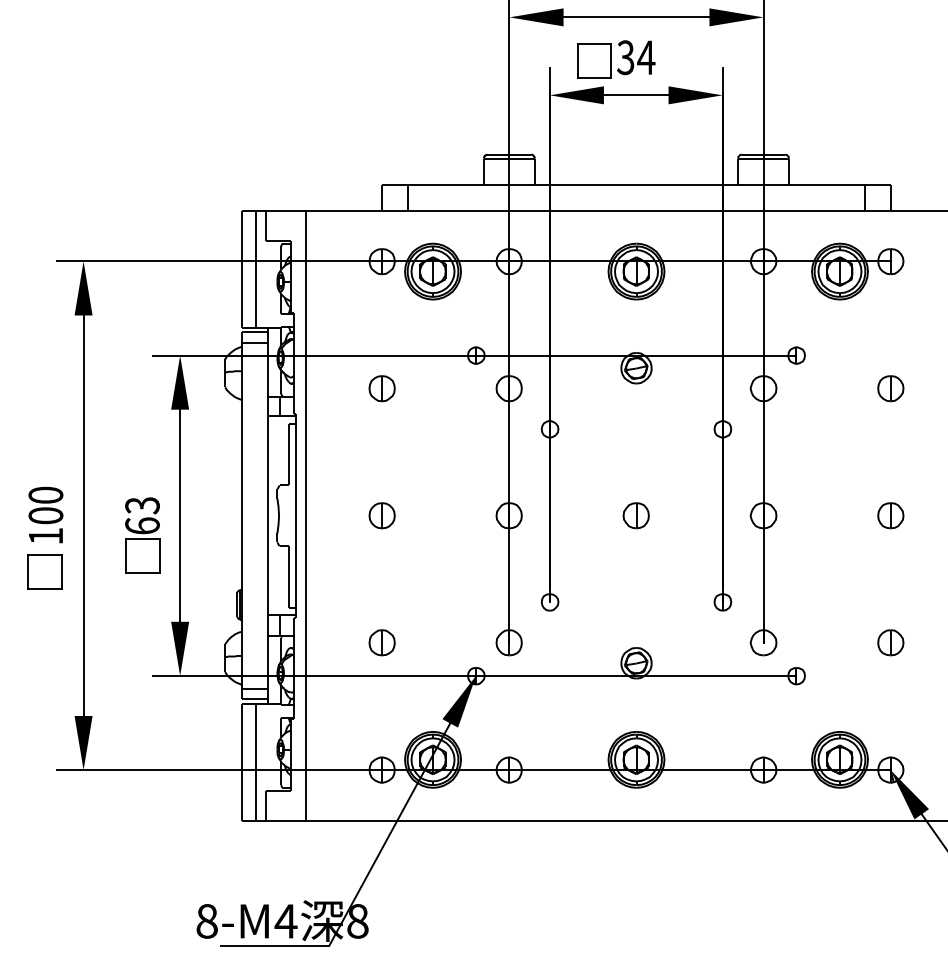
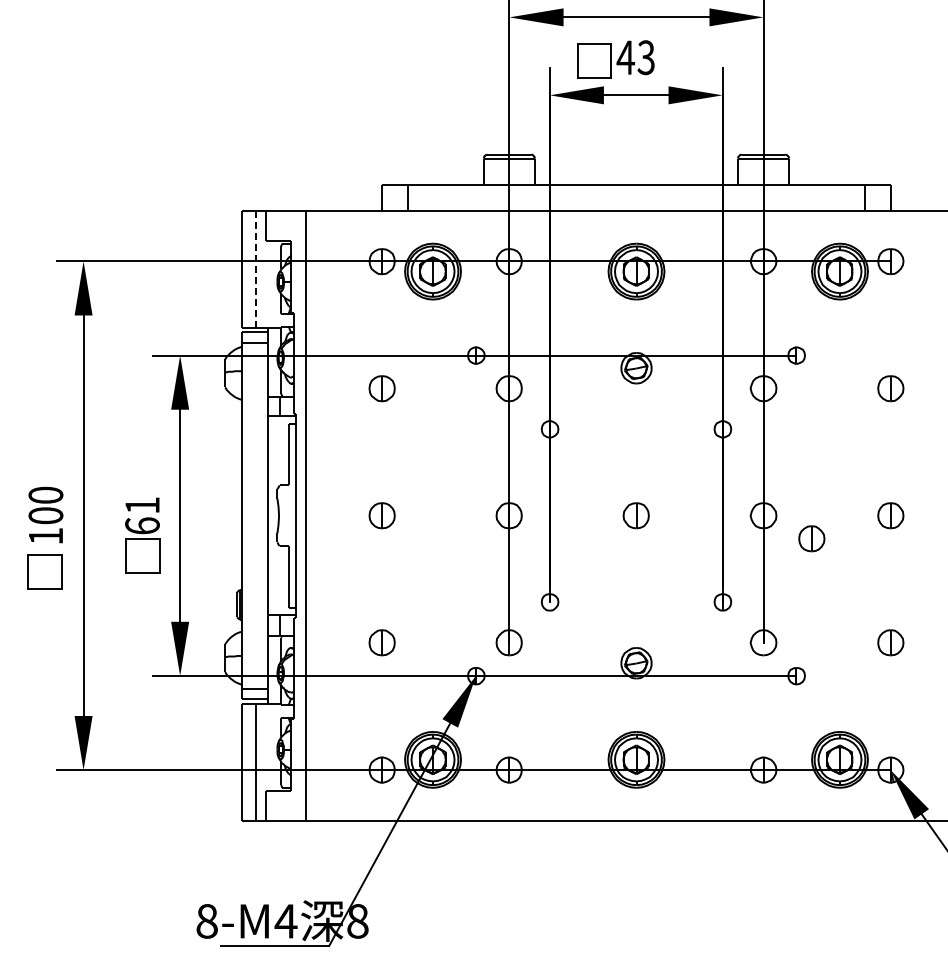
text at (635, 57): 34 -> 43
line at (256, 268): solid -> dashed
text at (142, 505): 63 -> 61
part at (811, 538): none -> present
